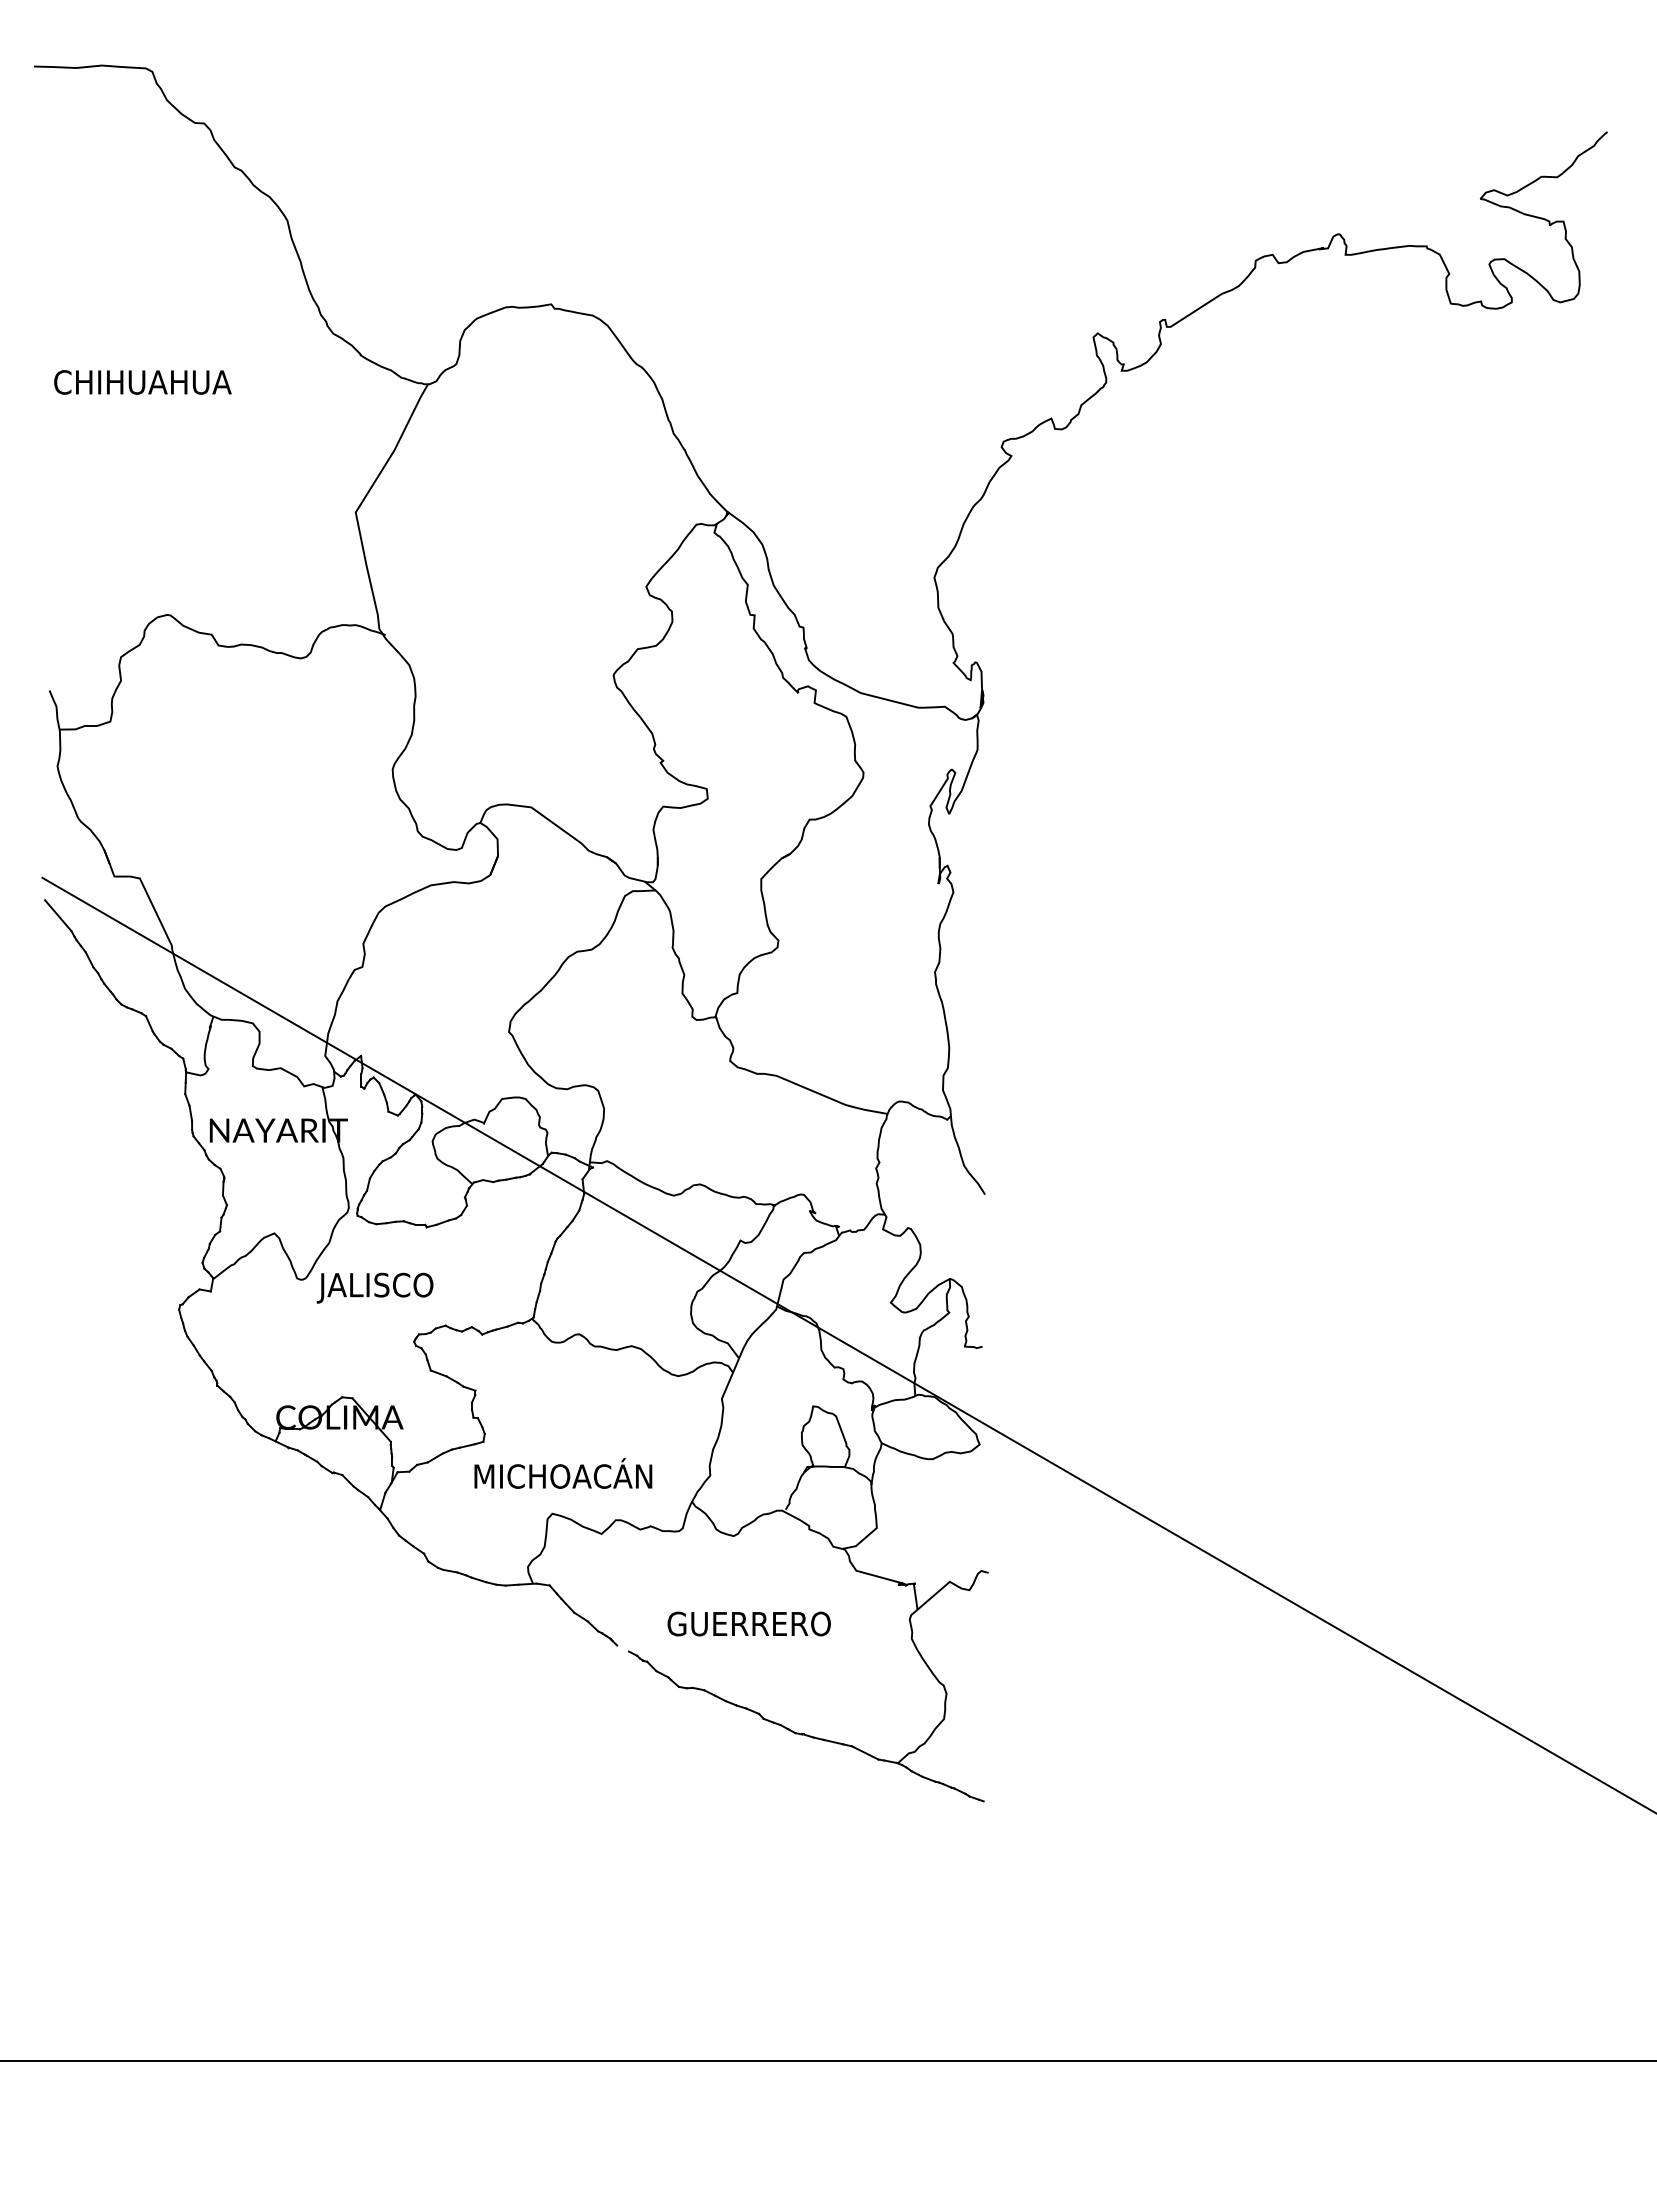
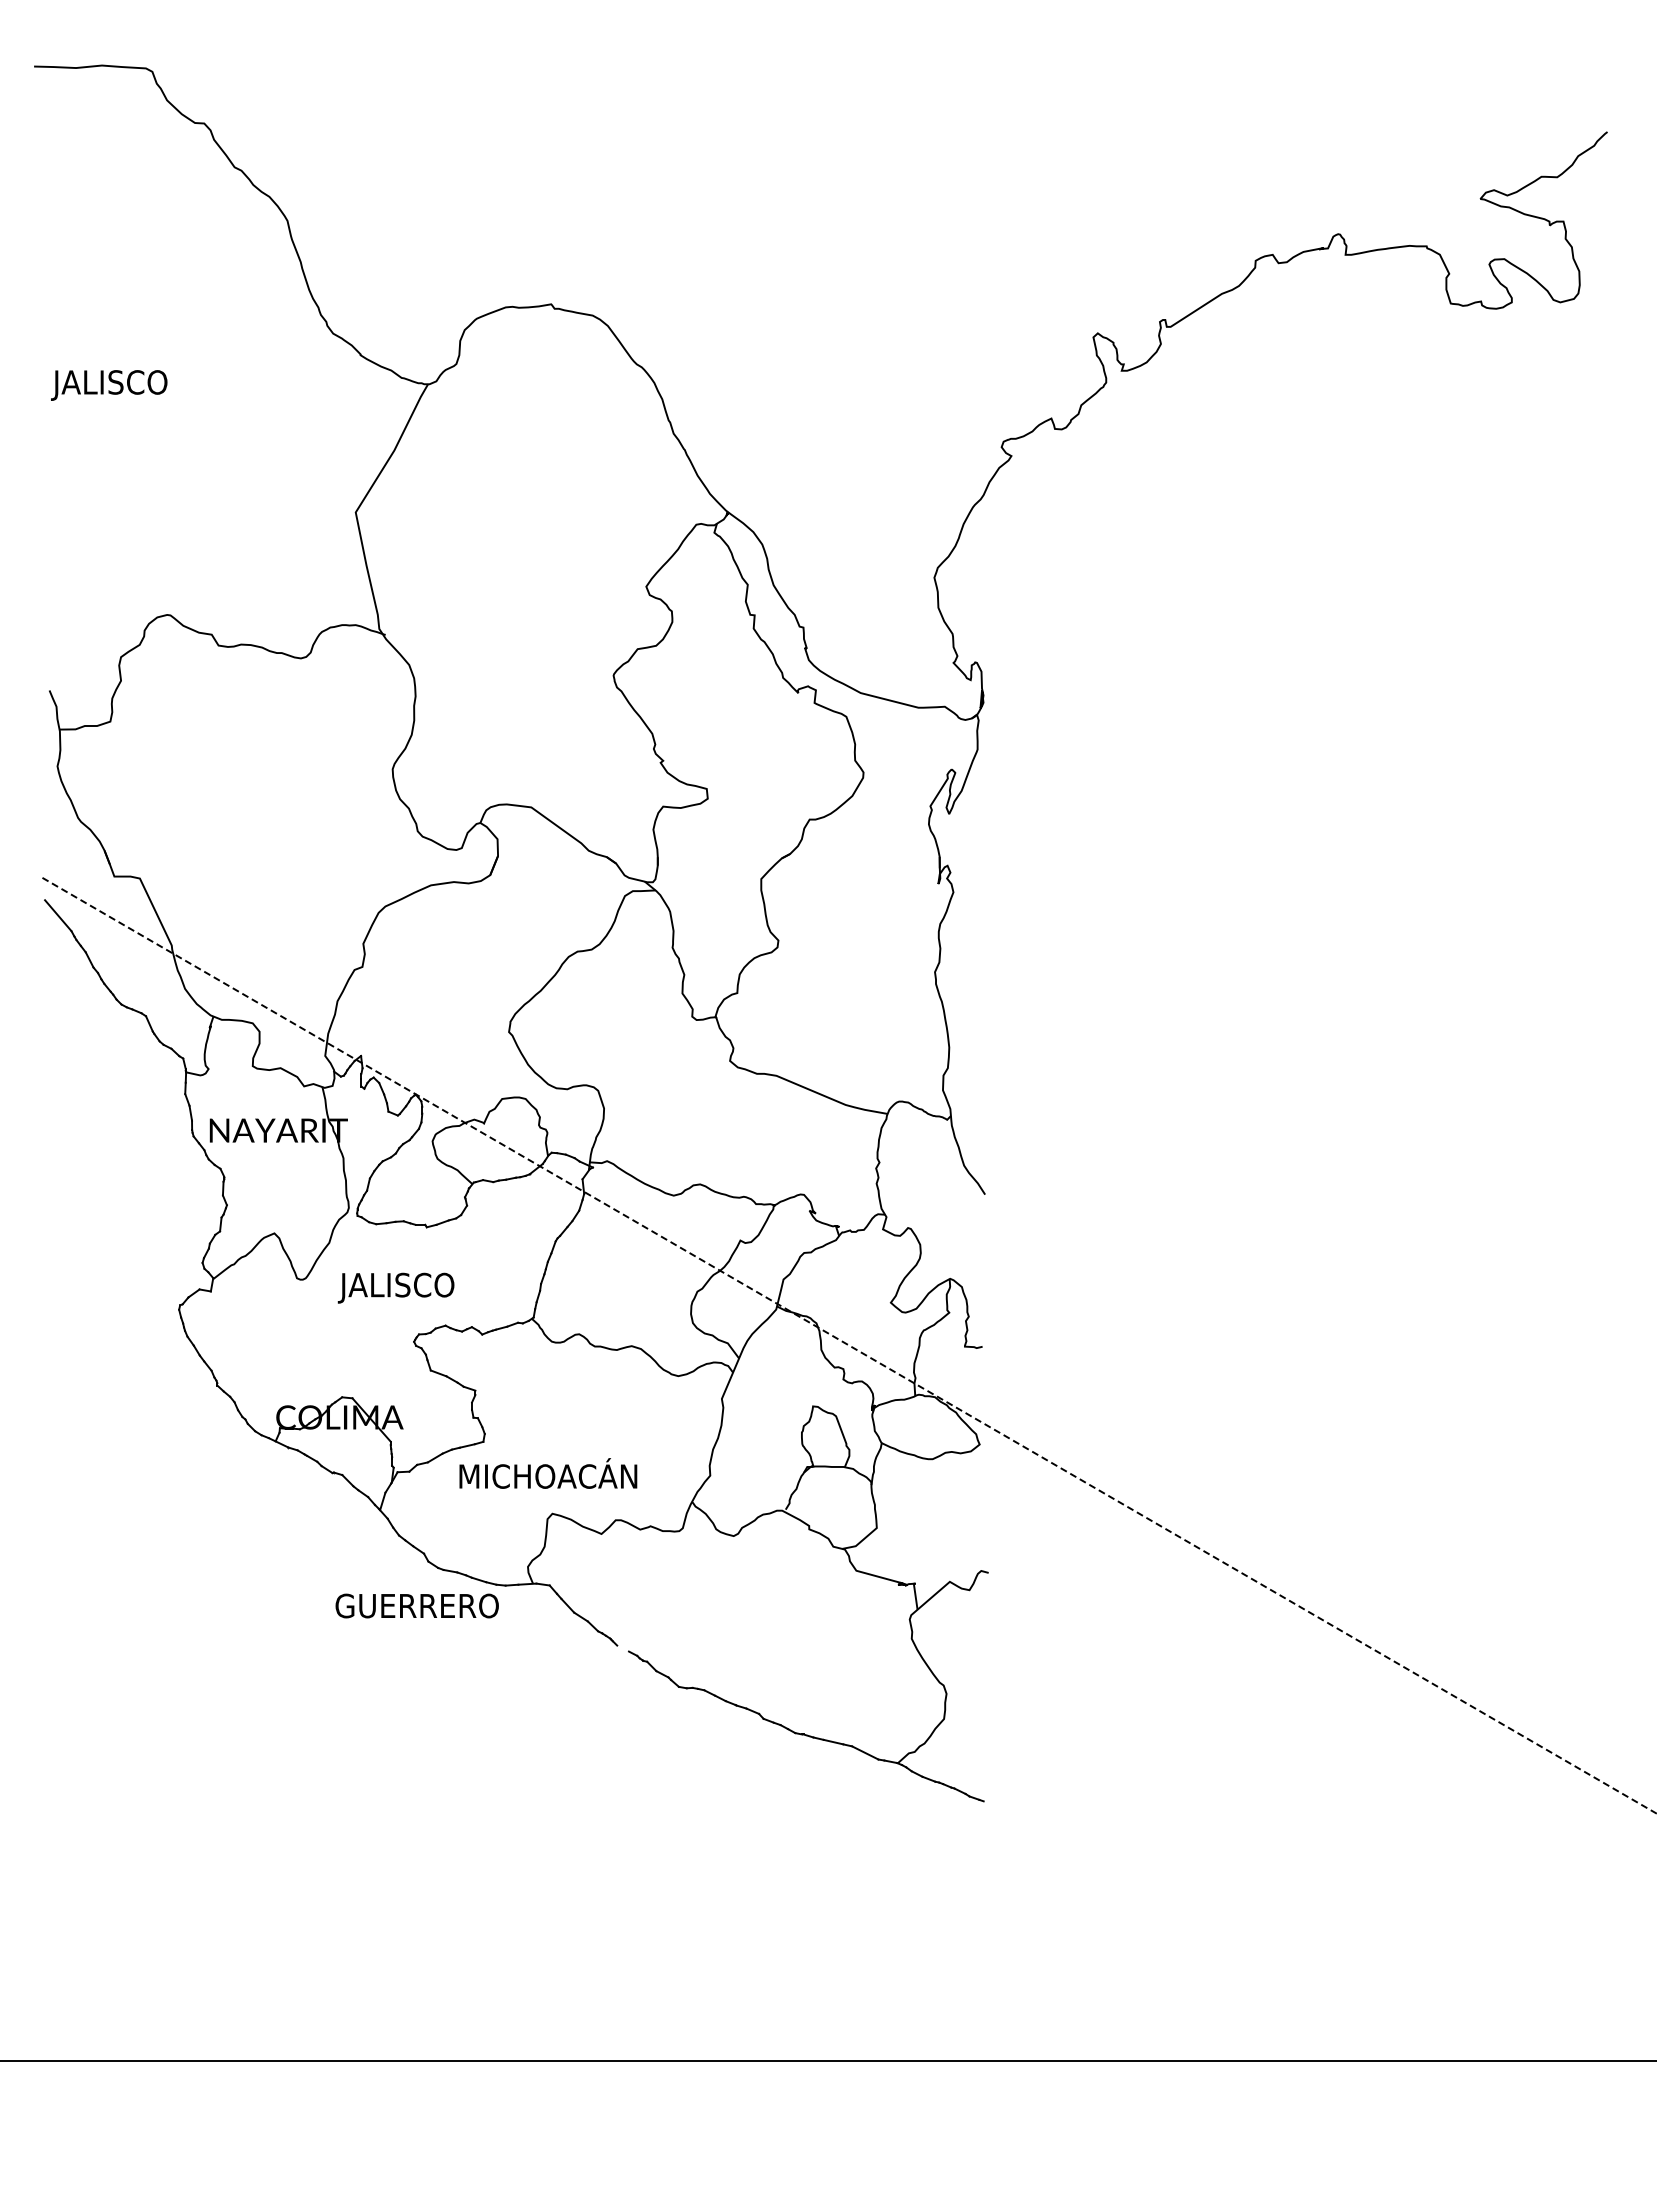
text at (141, 385): CHIHUAHUA -> JALISCO
text at (374, 1287) position: (374, 1287) -> (395, 1287)
line at (849, 1345): solid -> dashed
text at (563, 1473) position: (563, 1473) -> (548, 1473)
text at (748, 1623) position: (748, 1623) -> (416, 1605)
